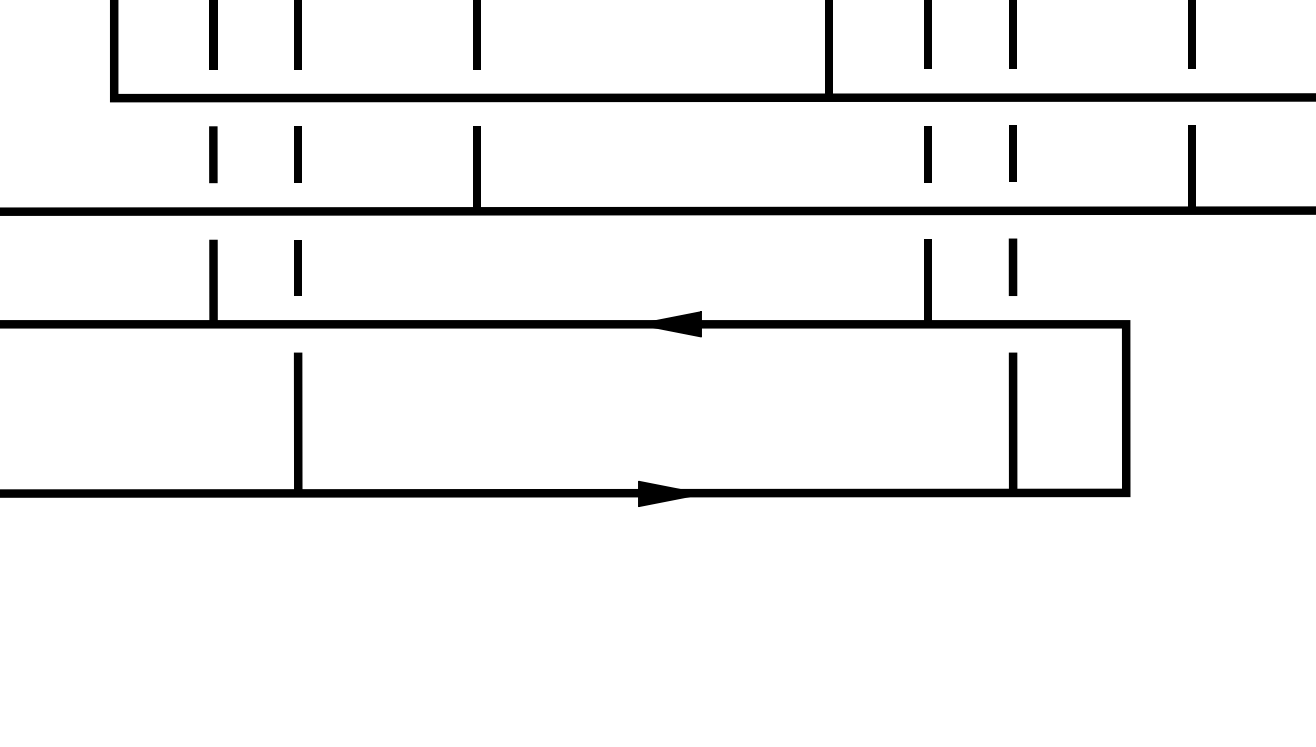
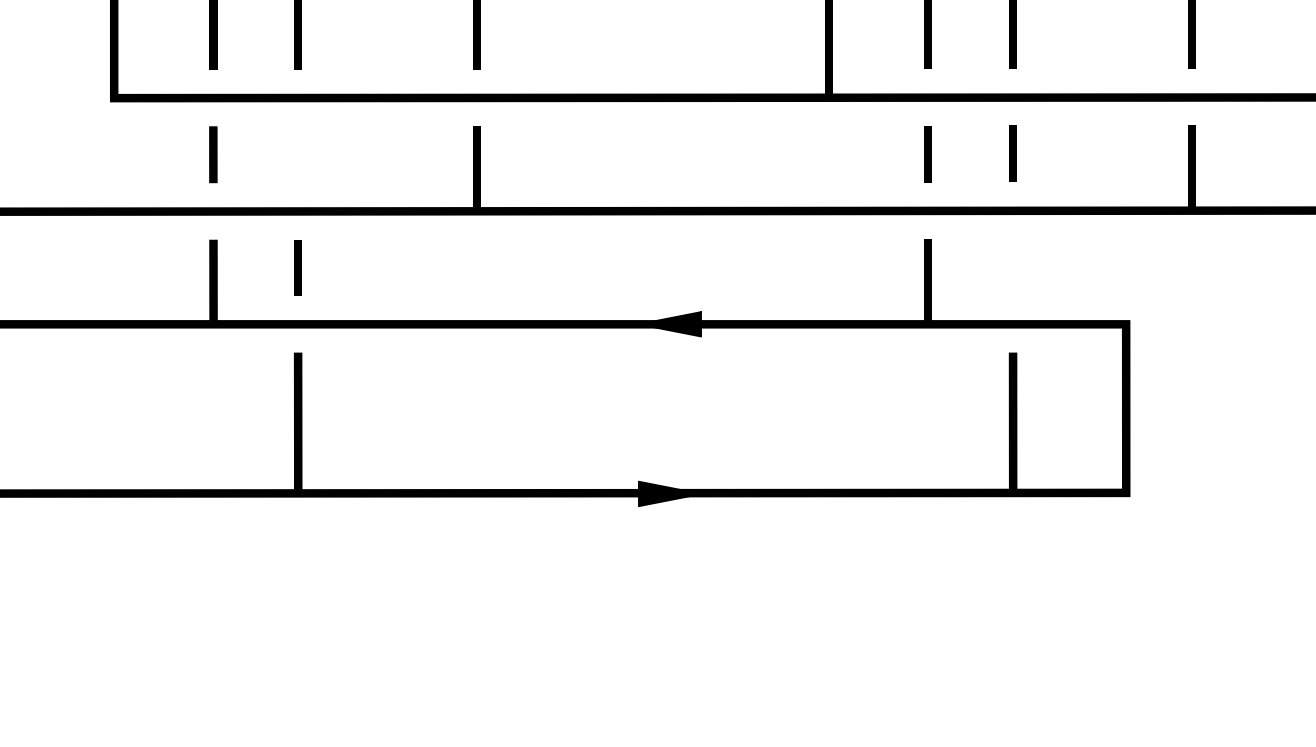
line at (297, 154): present -> none
line at (1012, 266): present -> none
